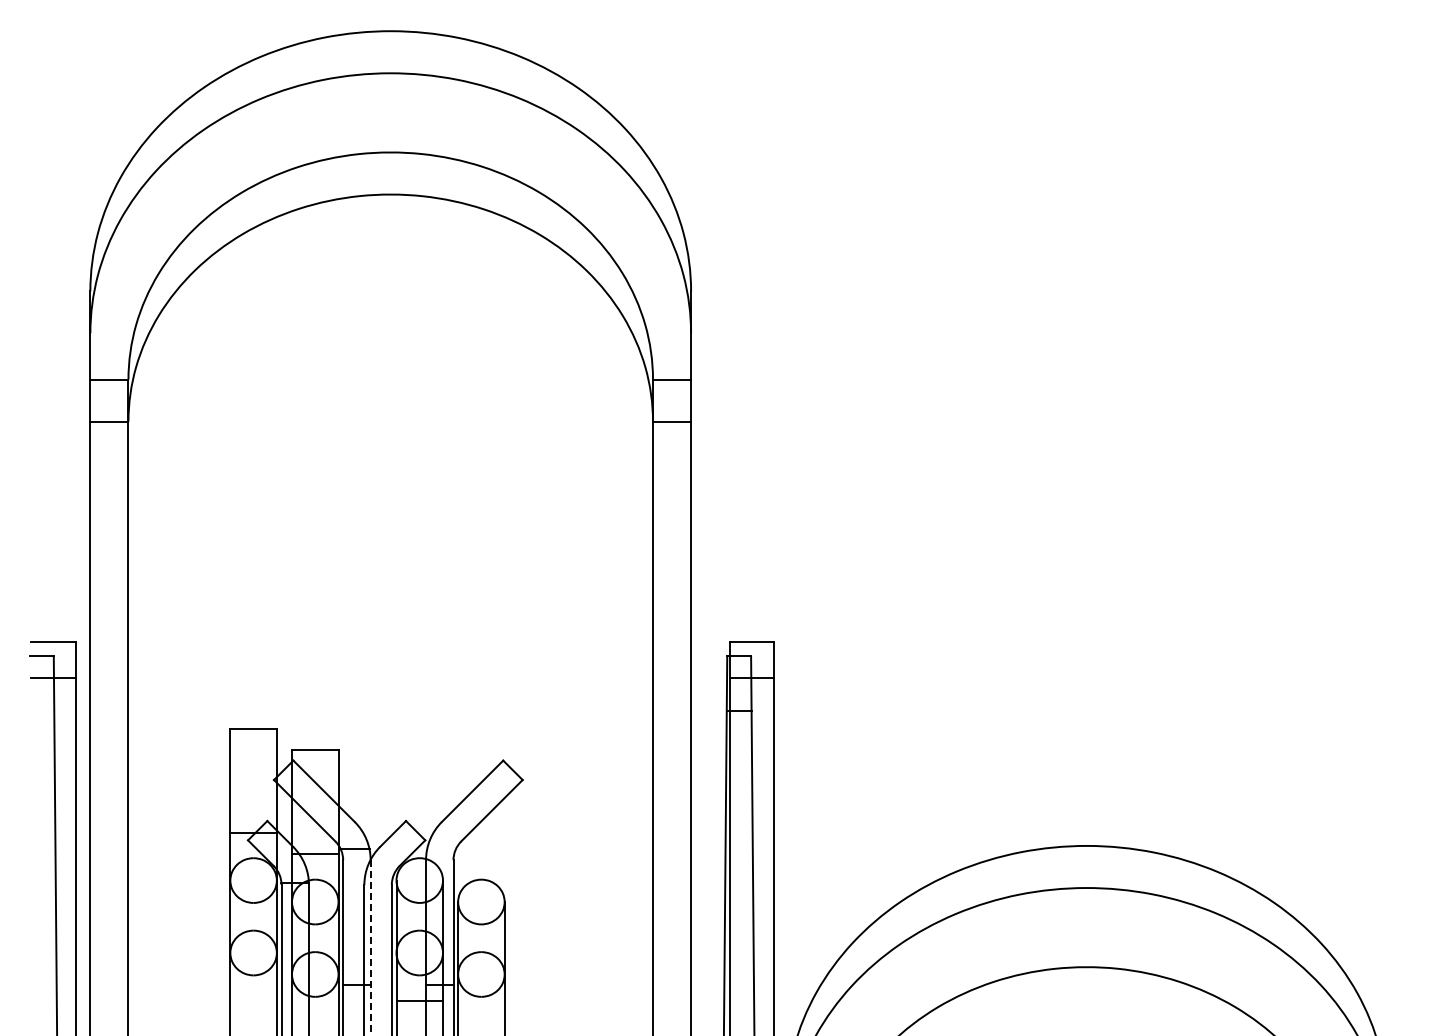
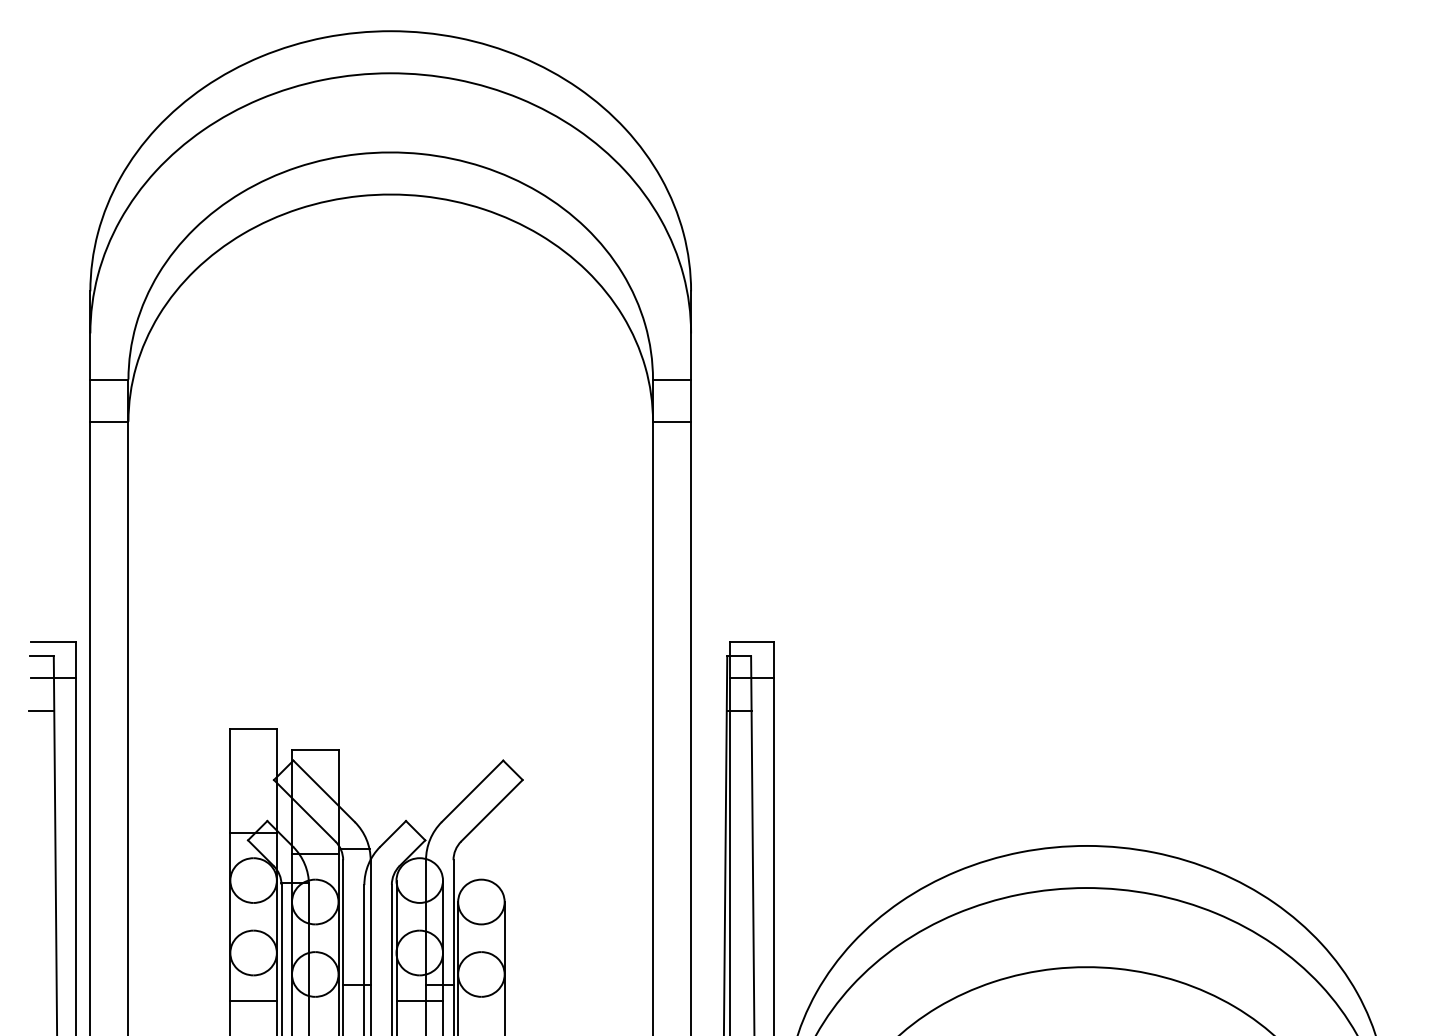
line at (41, 711): none -> present
line at (370, 947): dashed -> solid
line at (253, 1000): none -> present
